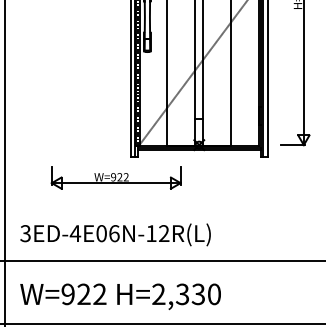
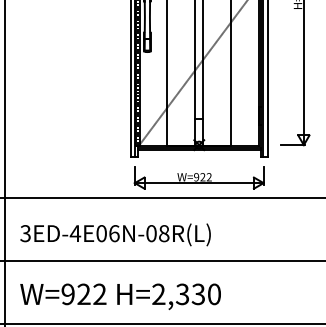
part at (115, 177) position: (115, 177) -> (198, 177)
line at (162, 198): none -> present
text at (157, 233): 3ED-4E06N-12R(L) -> 3ED-4E06N-08R(L)
